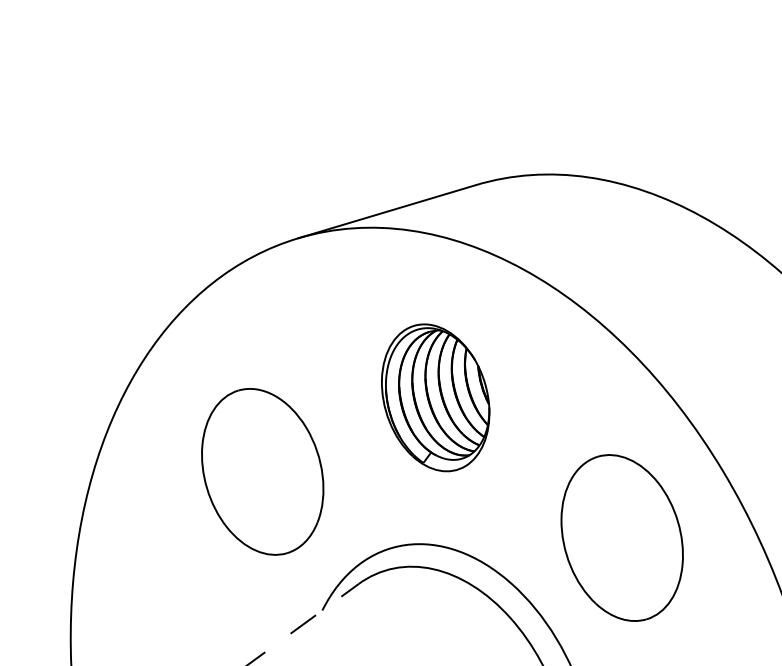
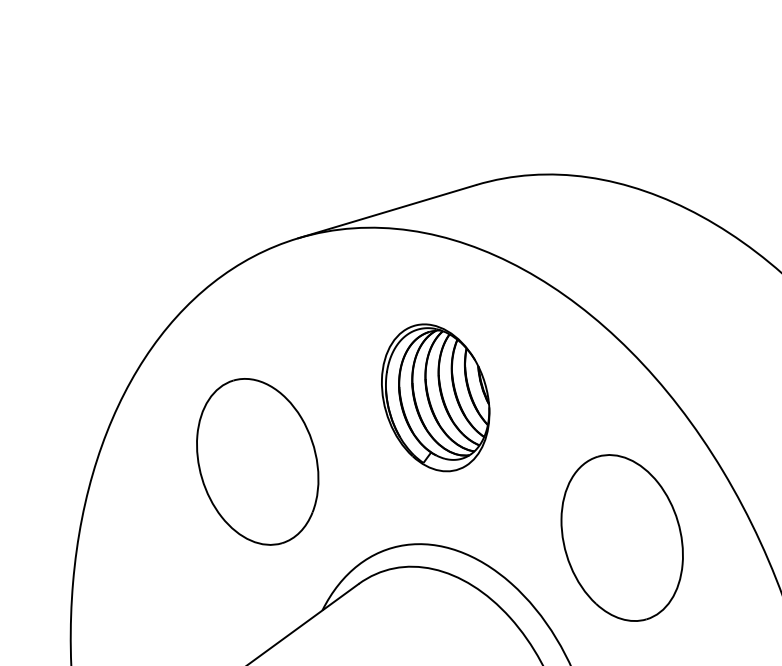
part at (262, 471) position: (262, 471) -> (257, 461)
line at (302, 624): dashed -> solid
